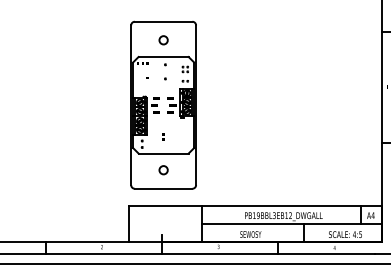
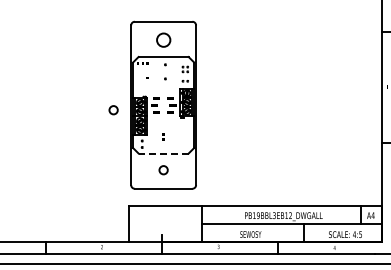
circle at (163, 40) size: 11x11 px -> 16x16 px
circle at (113, 110): none -> present
line at (163, 153): solid -> dashed
